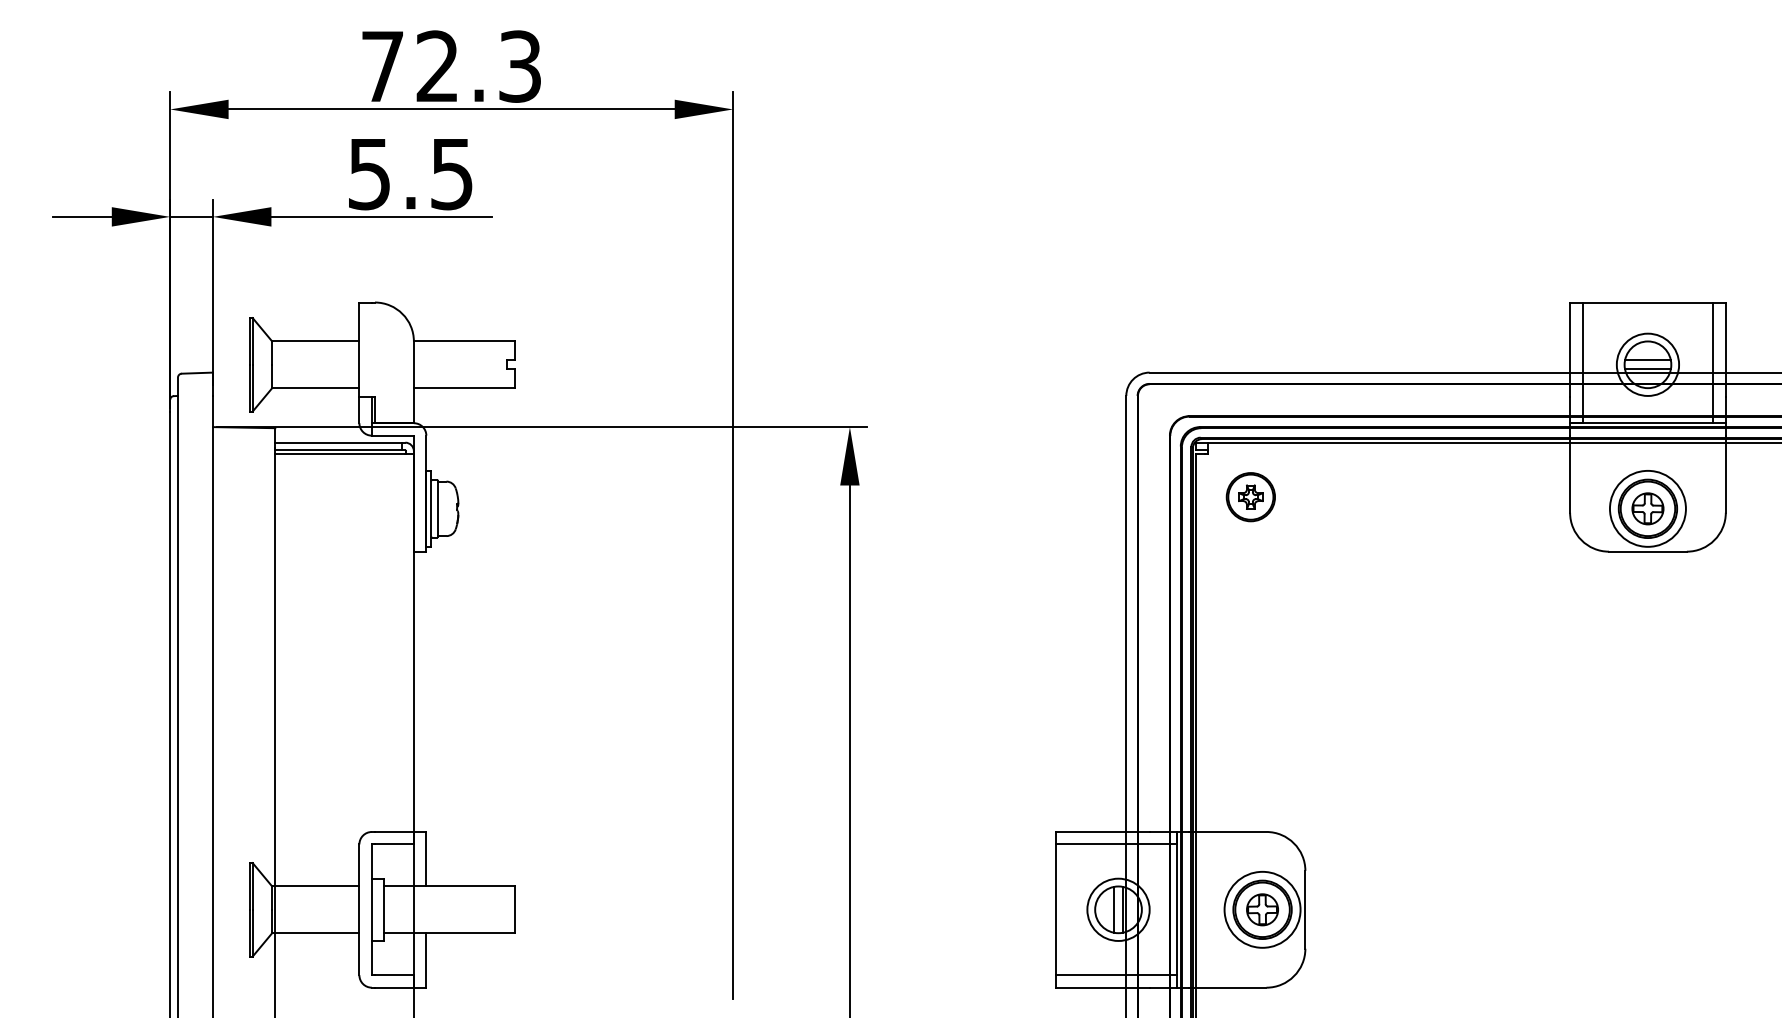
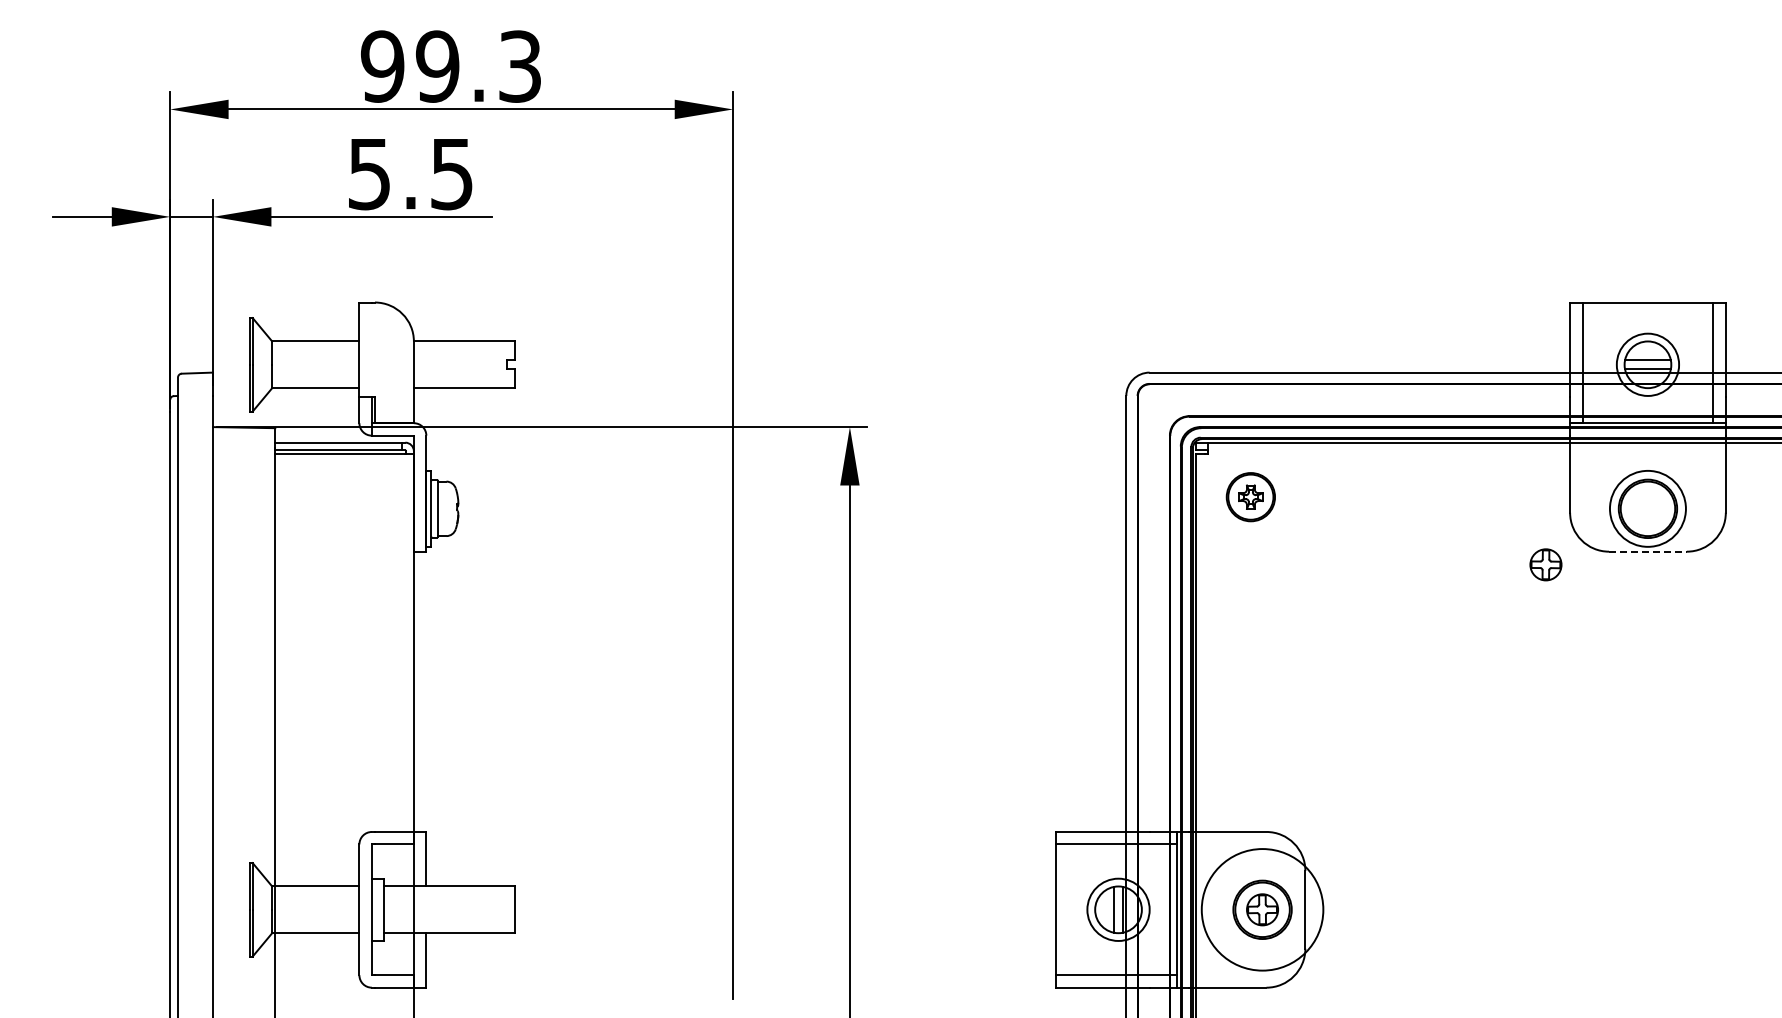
text at (409, 66): 72.3 -> 99.3
part at (1647, 508) position: (1647, 508) -> (1545, 564)
line at (1647, 551): solid -> dashed
circle at (1262, 909) diameter: 76 px -> 122 px
